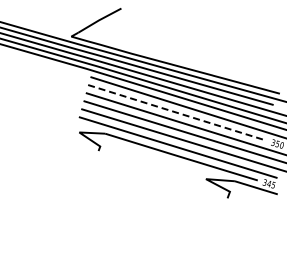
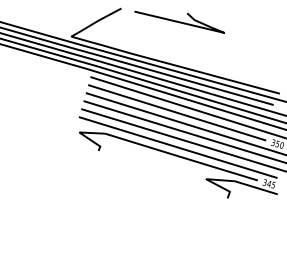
curve at (179, 21): none -> present
line at (178, 113): dashed -> solid
